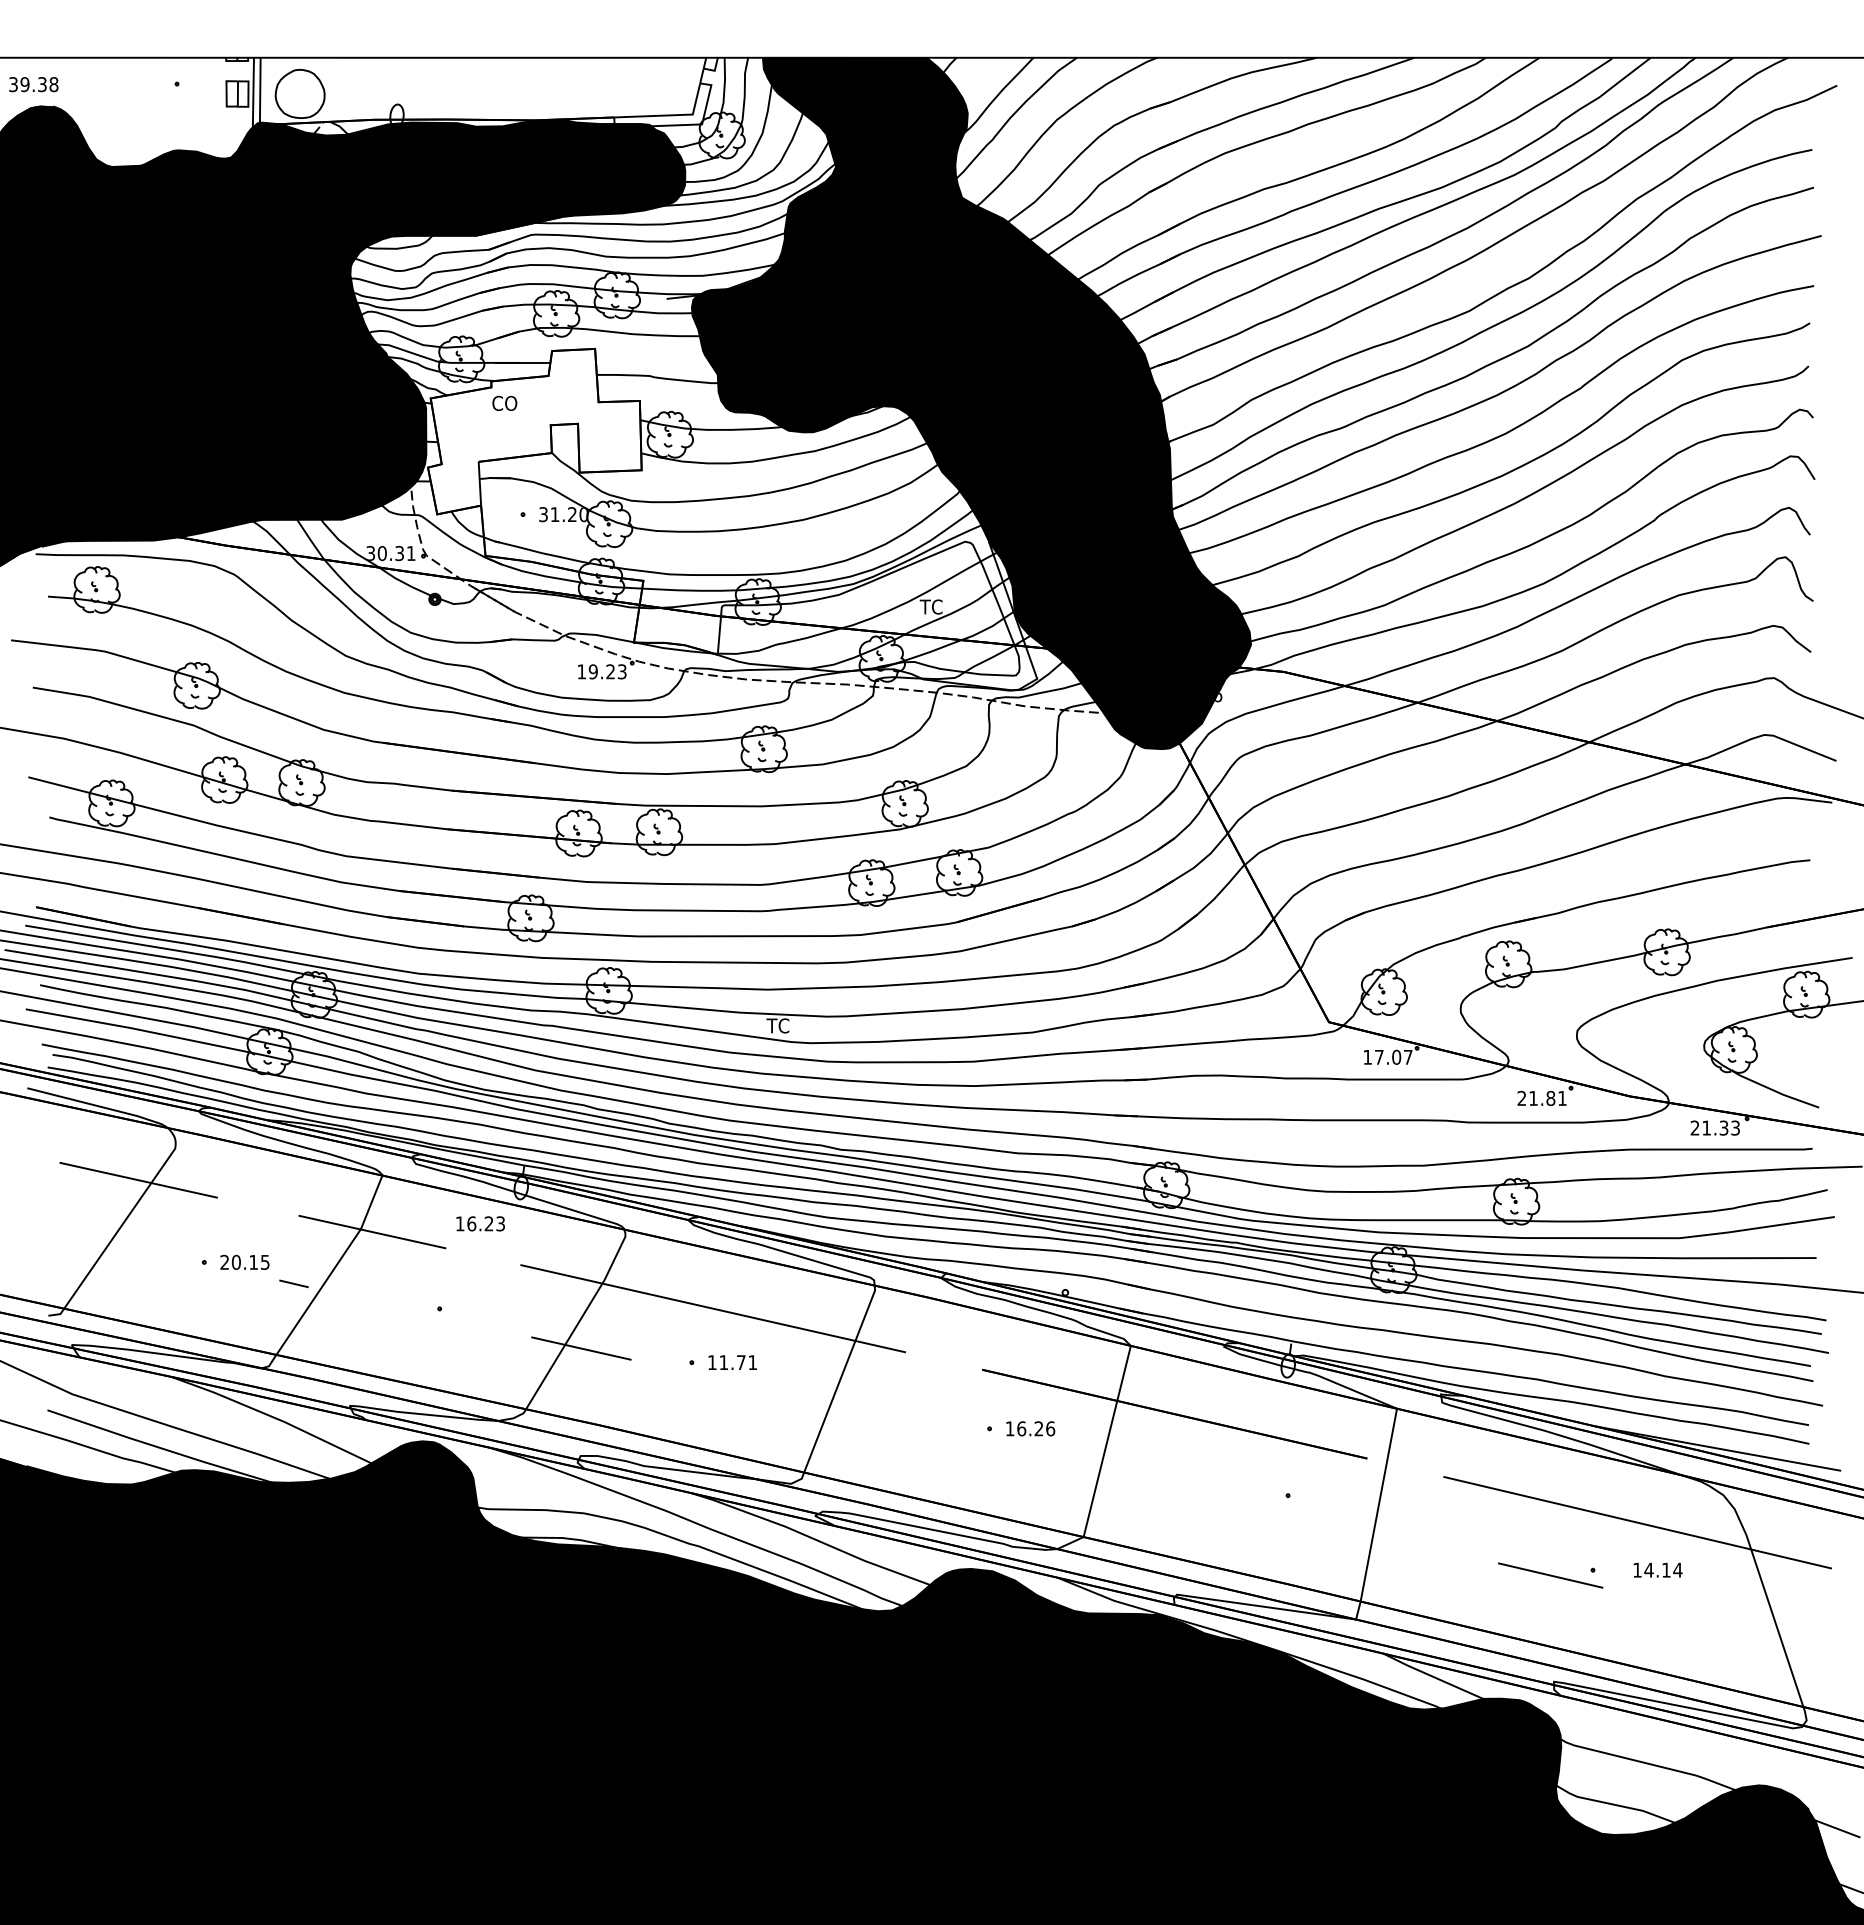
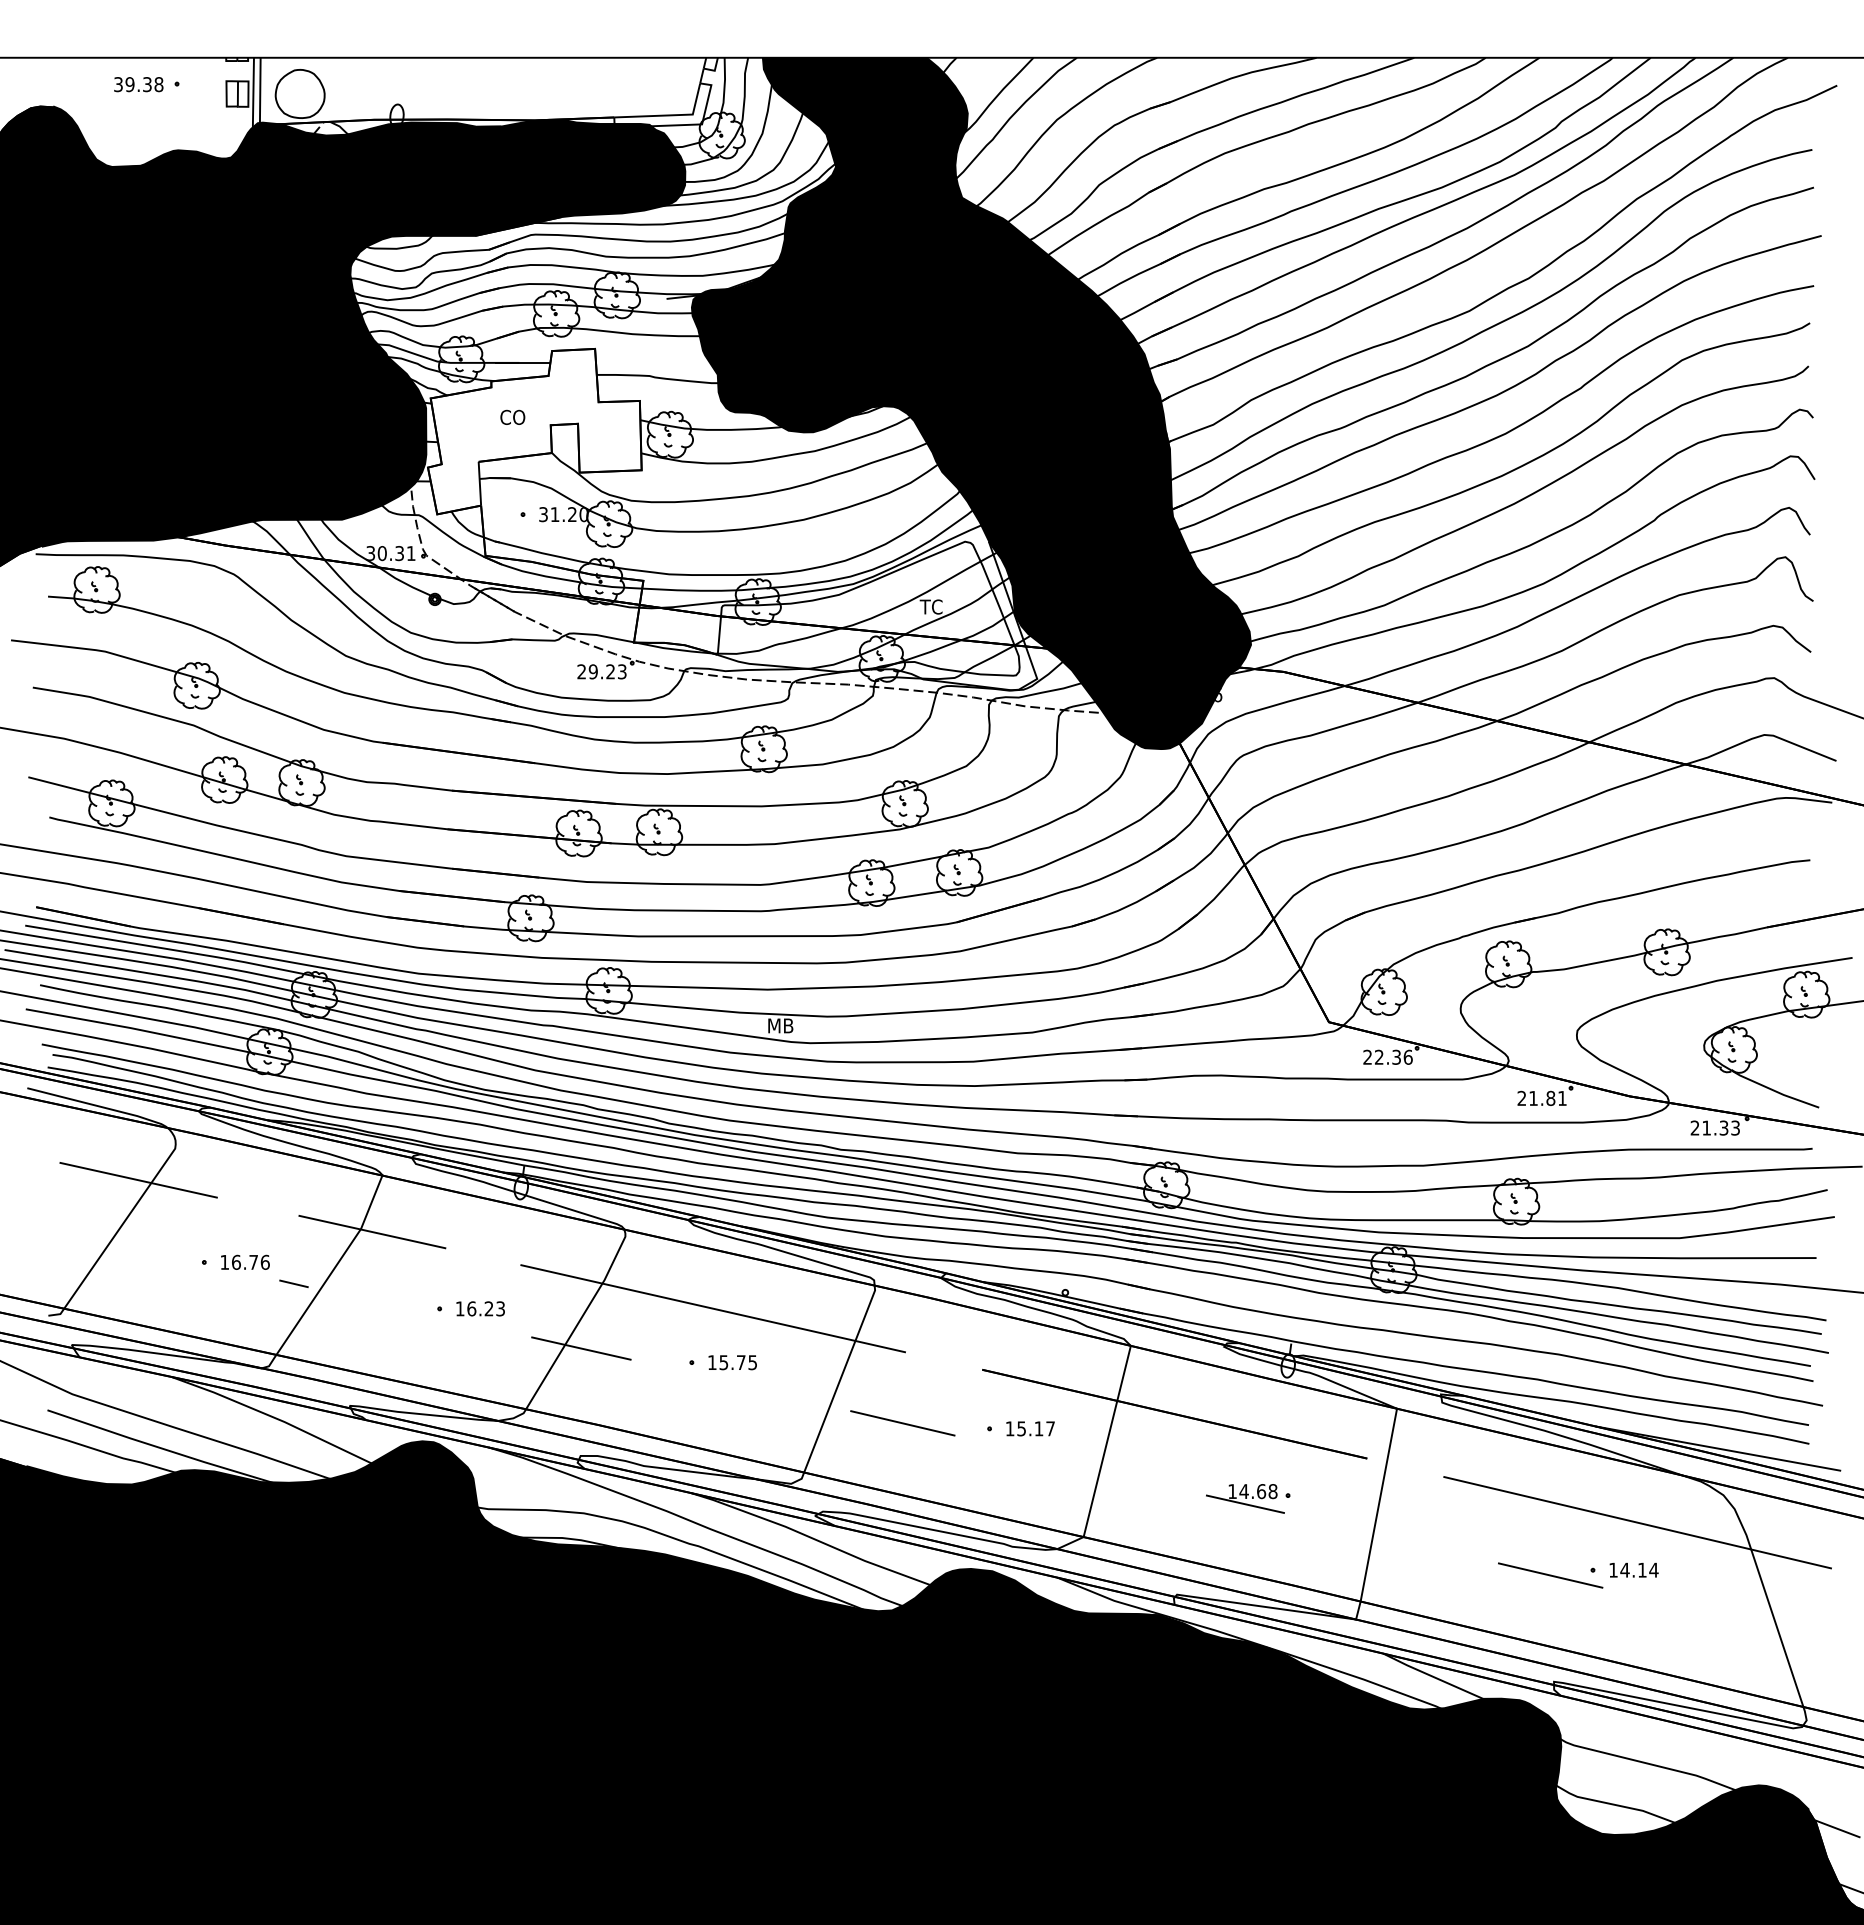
text at (33, 84) position: (33, 84) -> (138, 84)
text at (504, 402) position: (504, 402) -> (512, 416)
text at (581, 671): 19.23 -> 29.23
text at (779, 1025): TC -> MB
text at (1387, 1056): 17.07 -> 22.36
text at (480, 1223) position: (480, 1223) -> (480, 1308)
text at (244, 1261): 20.15 -> 16.76
text at (737, 1362): 11.71 -> 15.75
line at (902, 1423): none -> present
text at (1036, 1428): 16.26 -> 15.17
part at (1245, 1498): none -> present
text at (1657, 1569) position: (1657, 1569) -> (1633, 1569)
